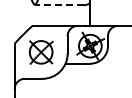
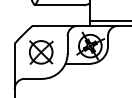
line at (58, 5): dashed -> solid
line at (109, 20): none -> present
